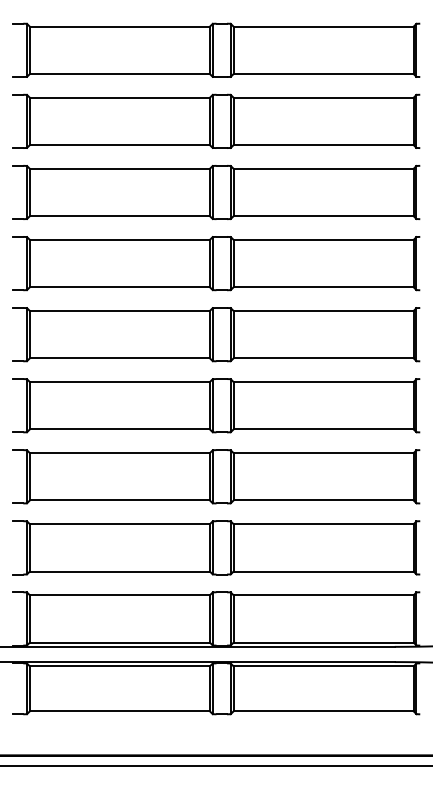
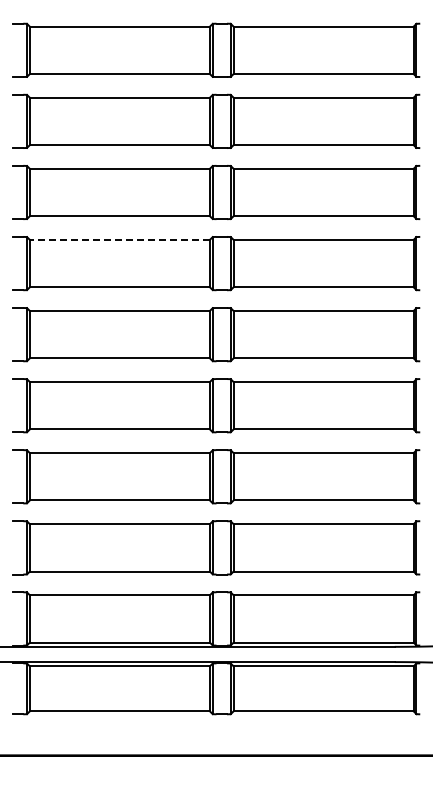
line at (119, 239): solid -> dashed
line at (215, 766): present -> none
